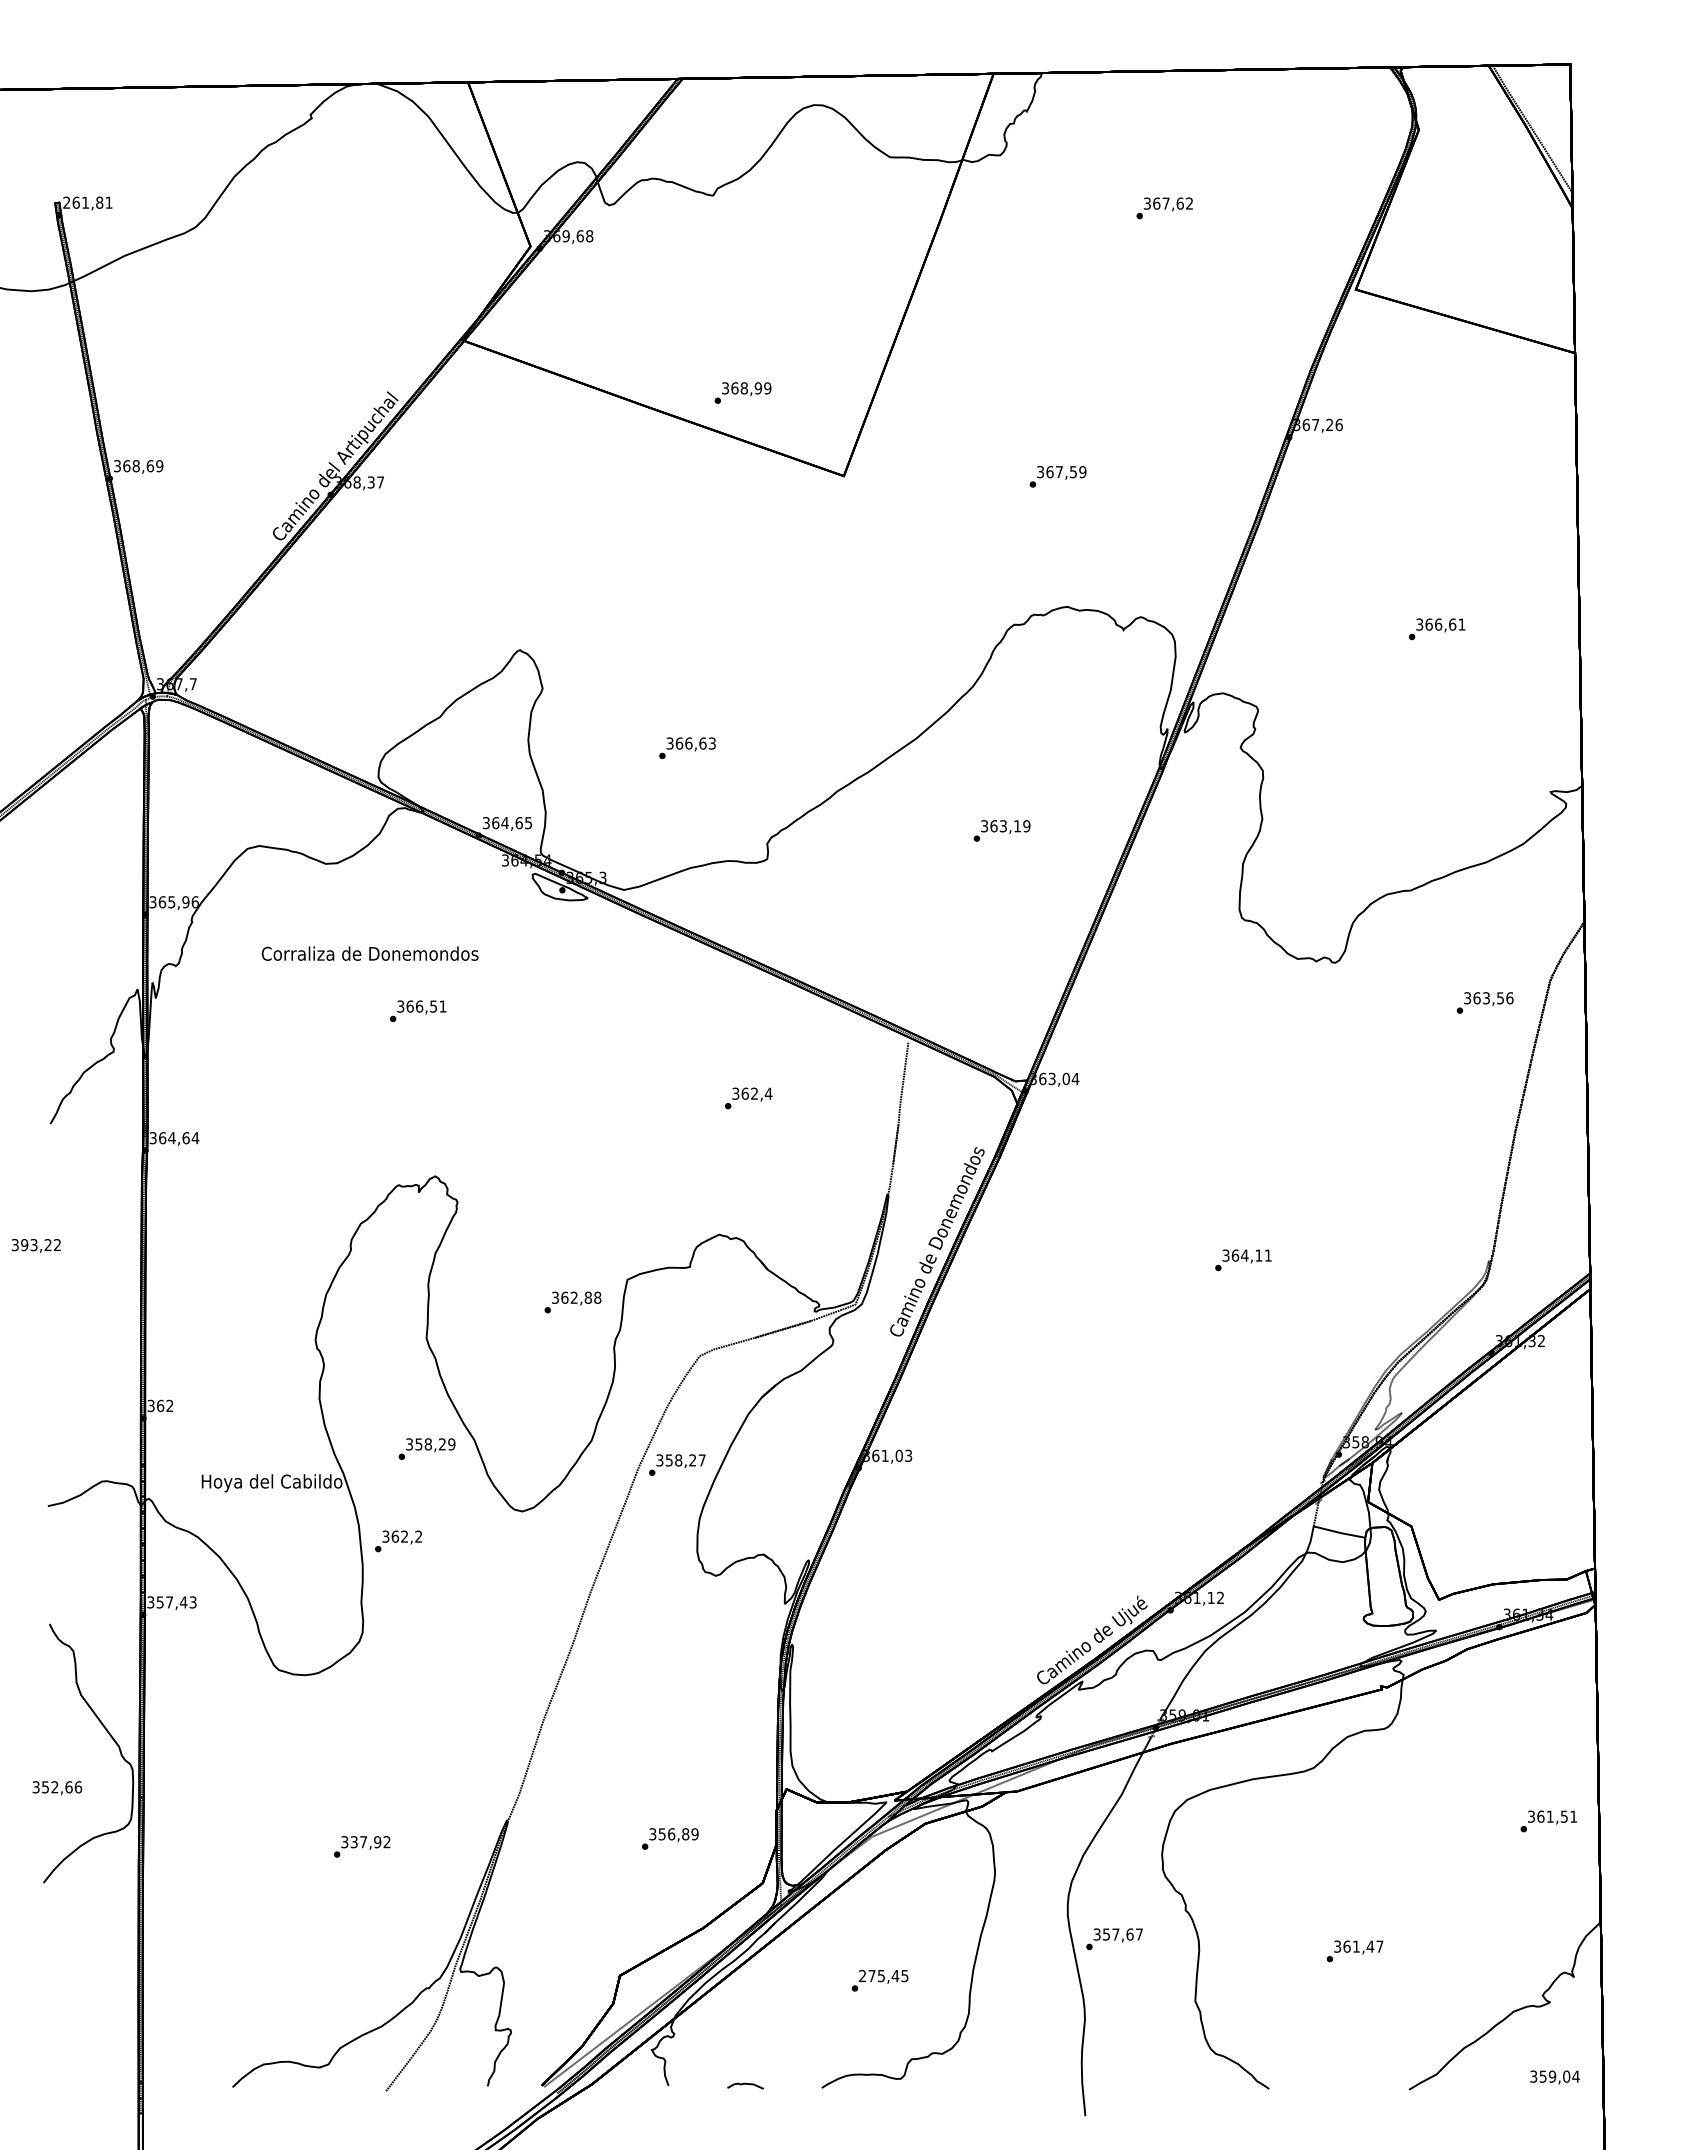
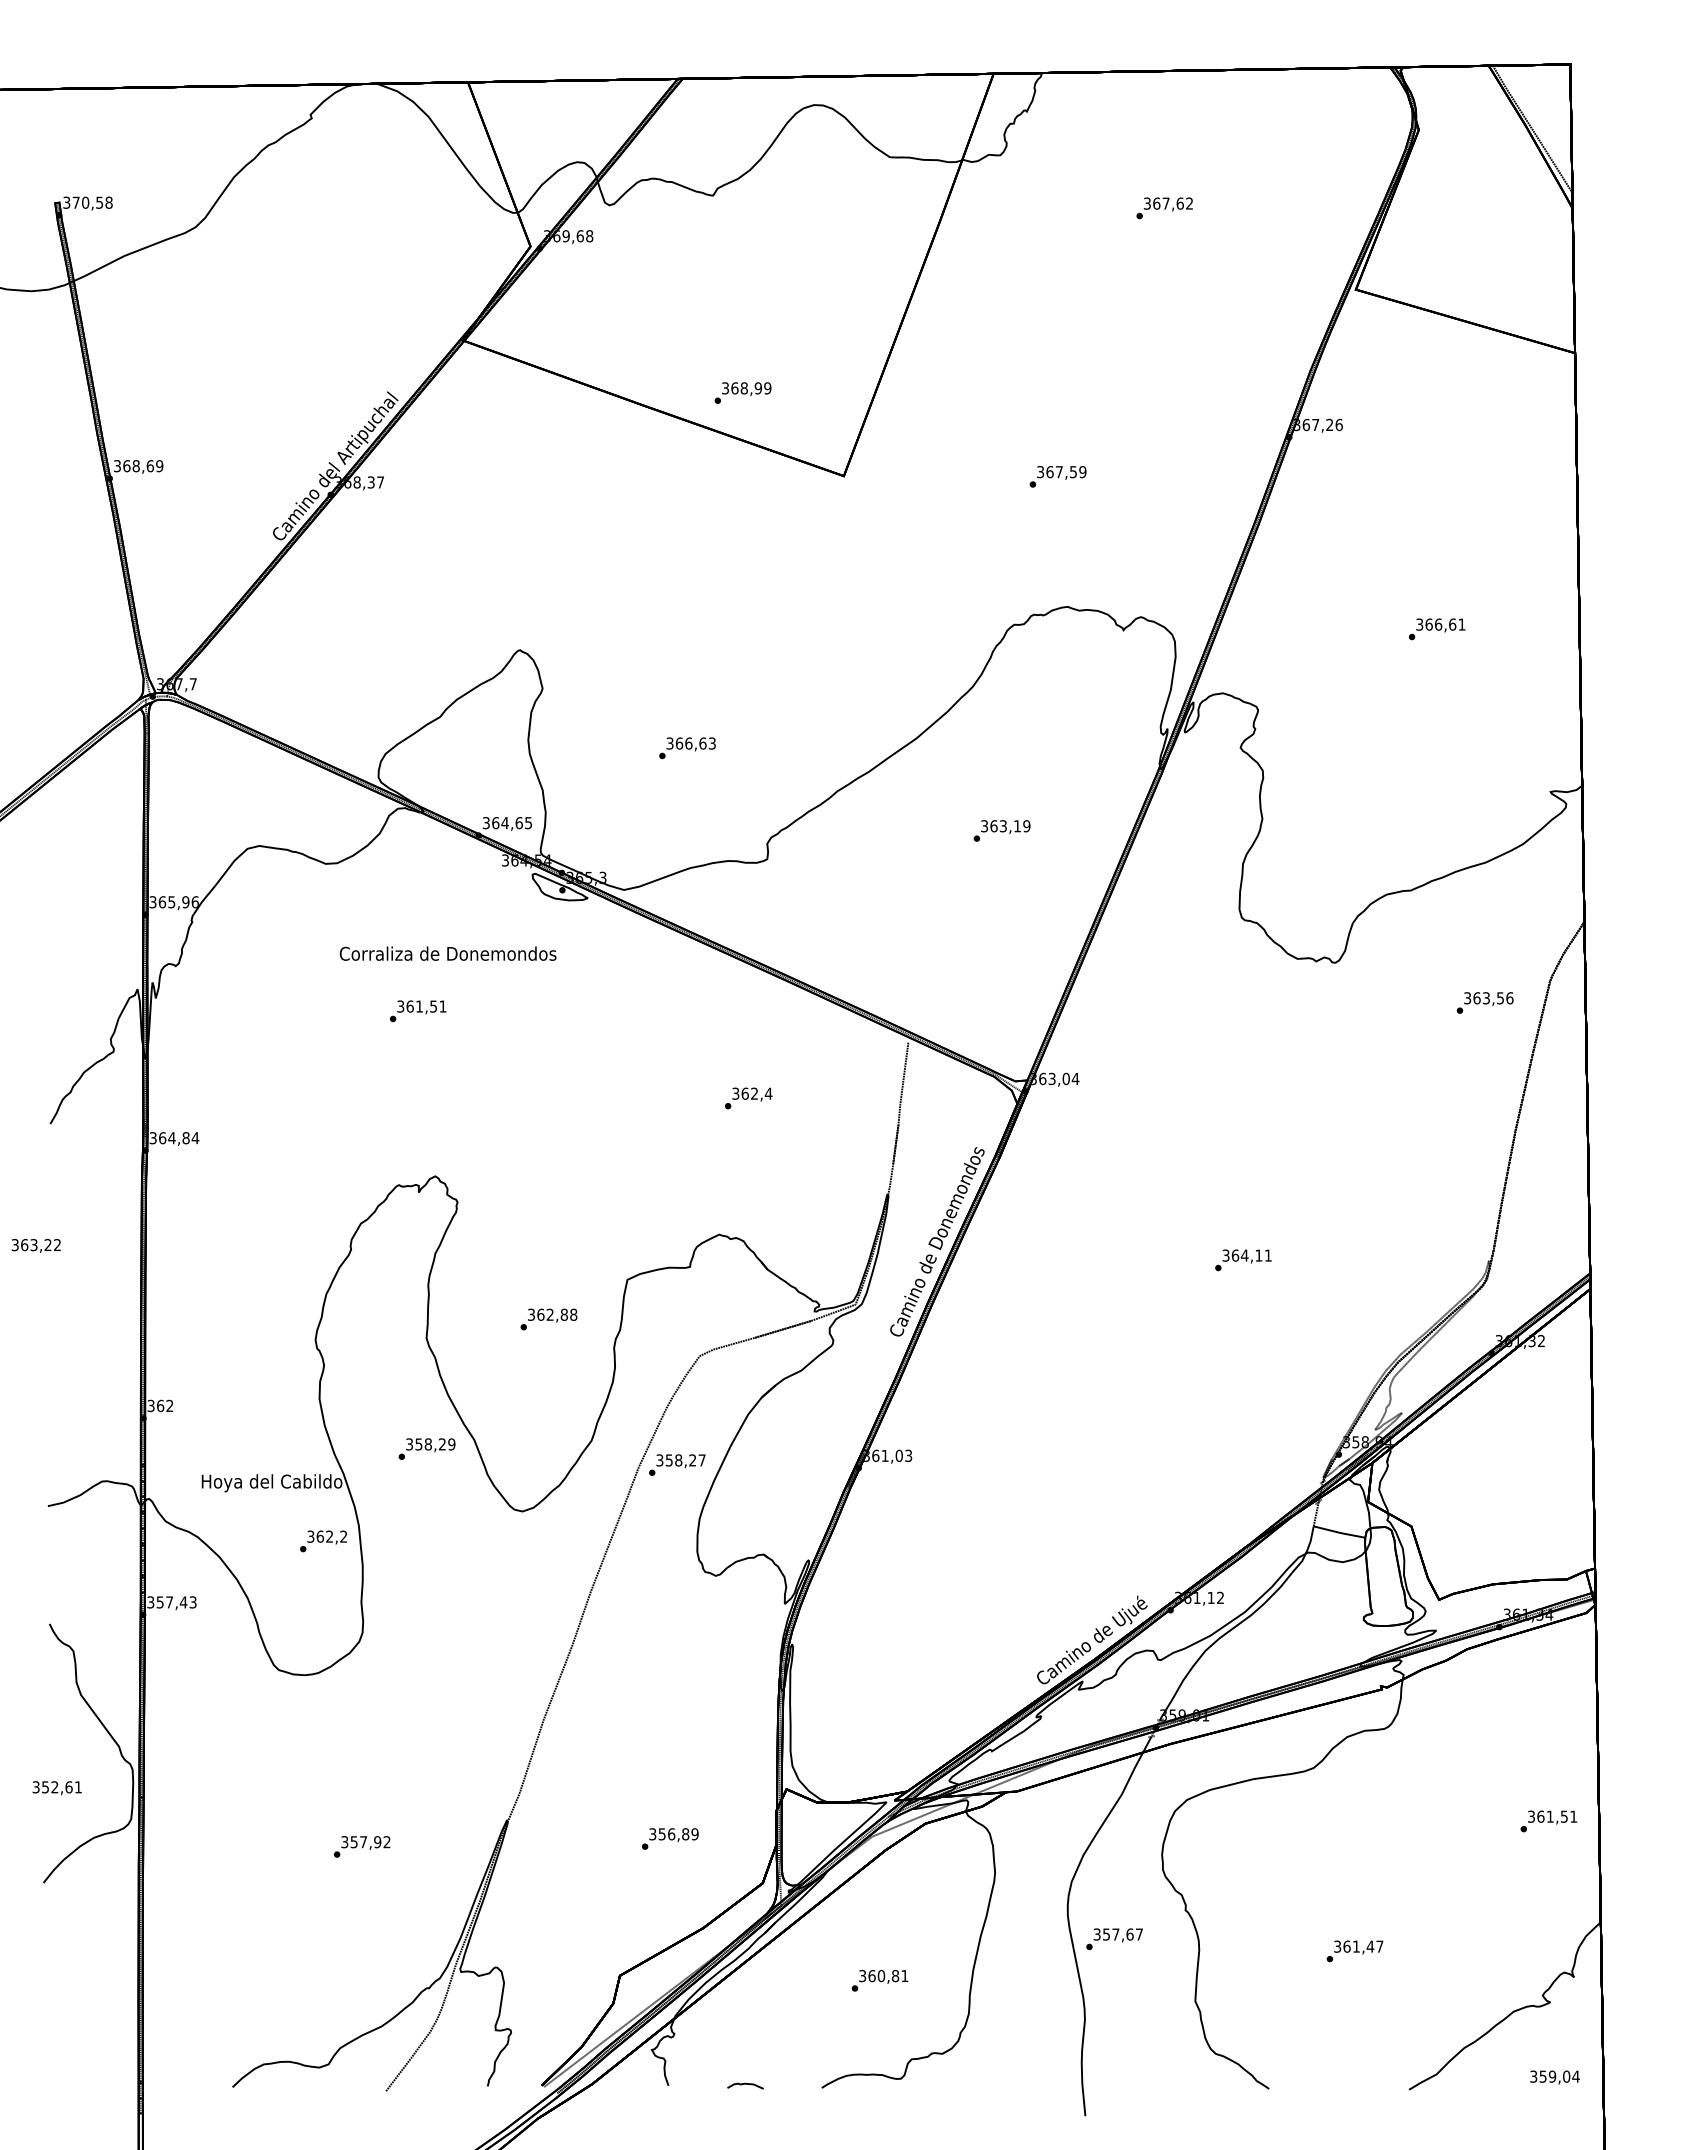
text at (87, 202): 261,81 -> 370,58
text at (369, 953) position: (369, 953) -> (447, 953)
text at (419, 1006): 366,51 -> 361,51
text at (185, 1137): 364,64 -> 364,84
text at (24, 1245): 393,22 -> 363,22
text at (572, 1302) position: (572, 1302) -> (548, 1319)
text at (398, 1541) position: (398, 1541) -> (323, 1541)
text at (78, 1787): 352,66 -> 352,61
text at (354, 1841): 337,92 -> 357,92
text at (883, 1975): 275,45 -> 360,81
